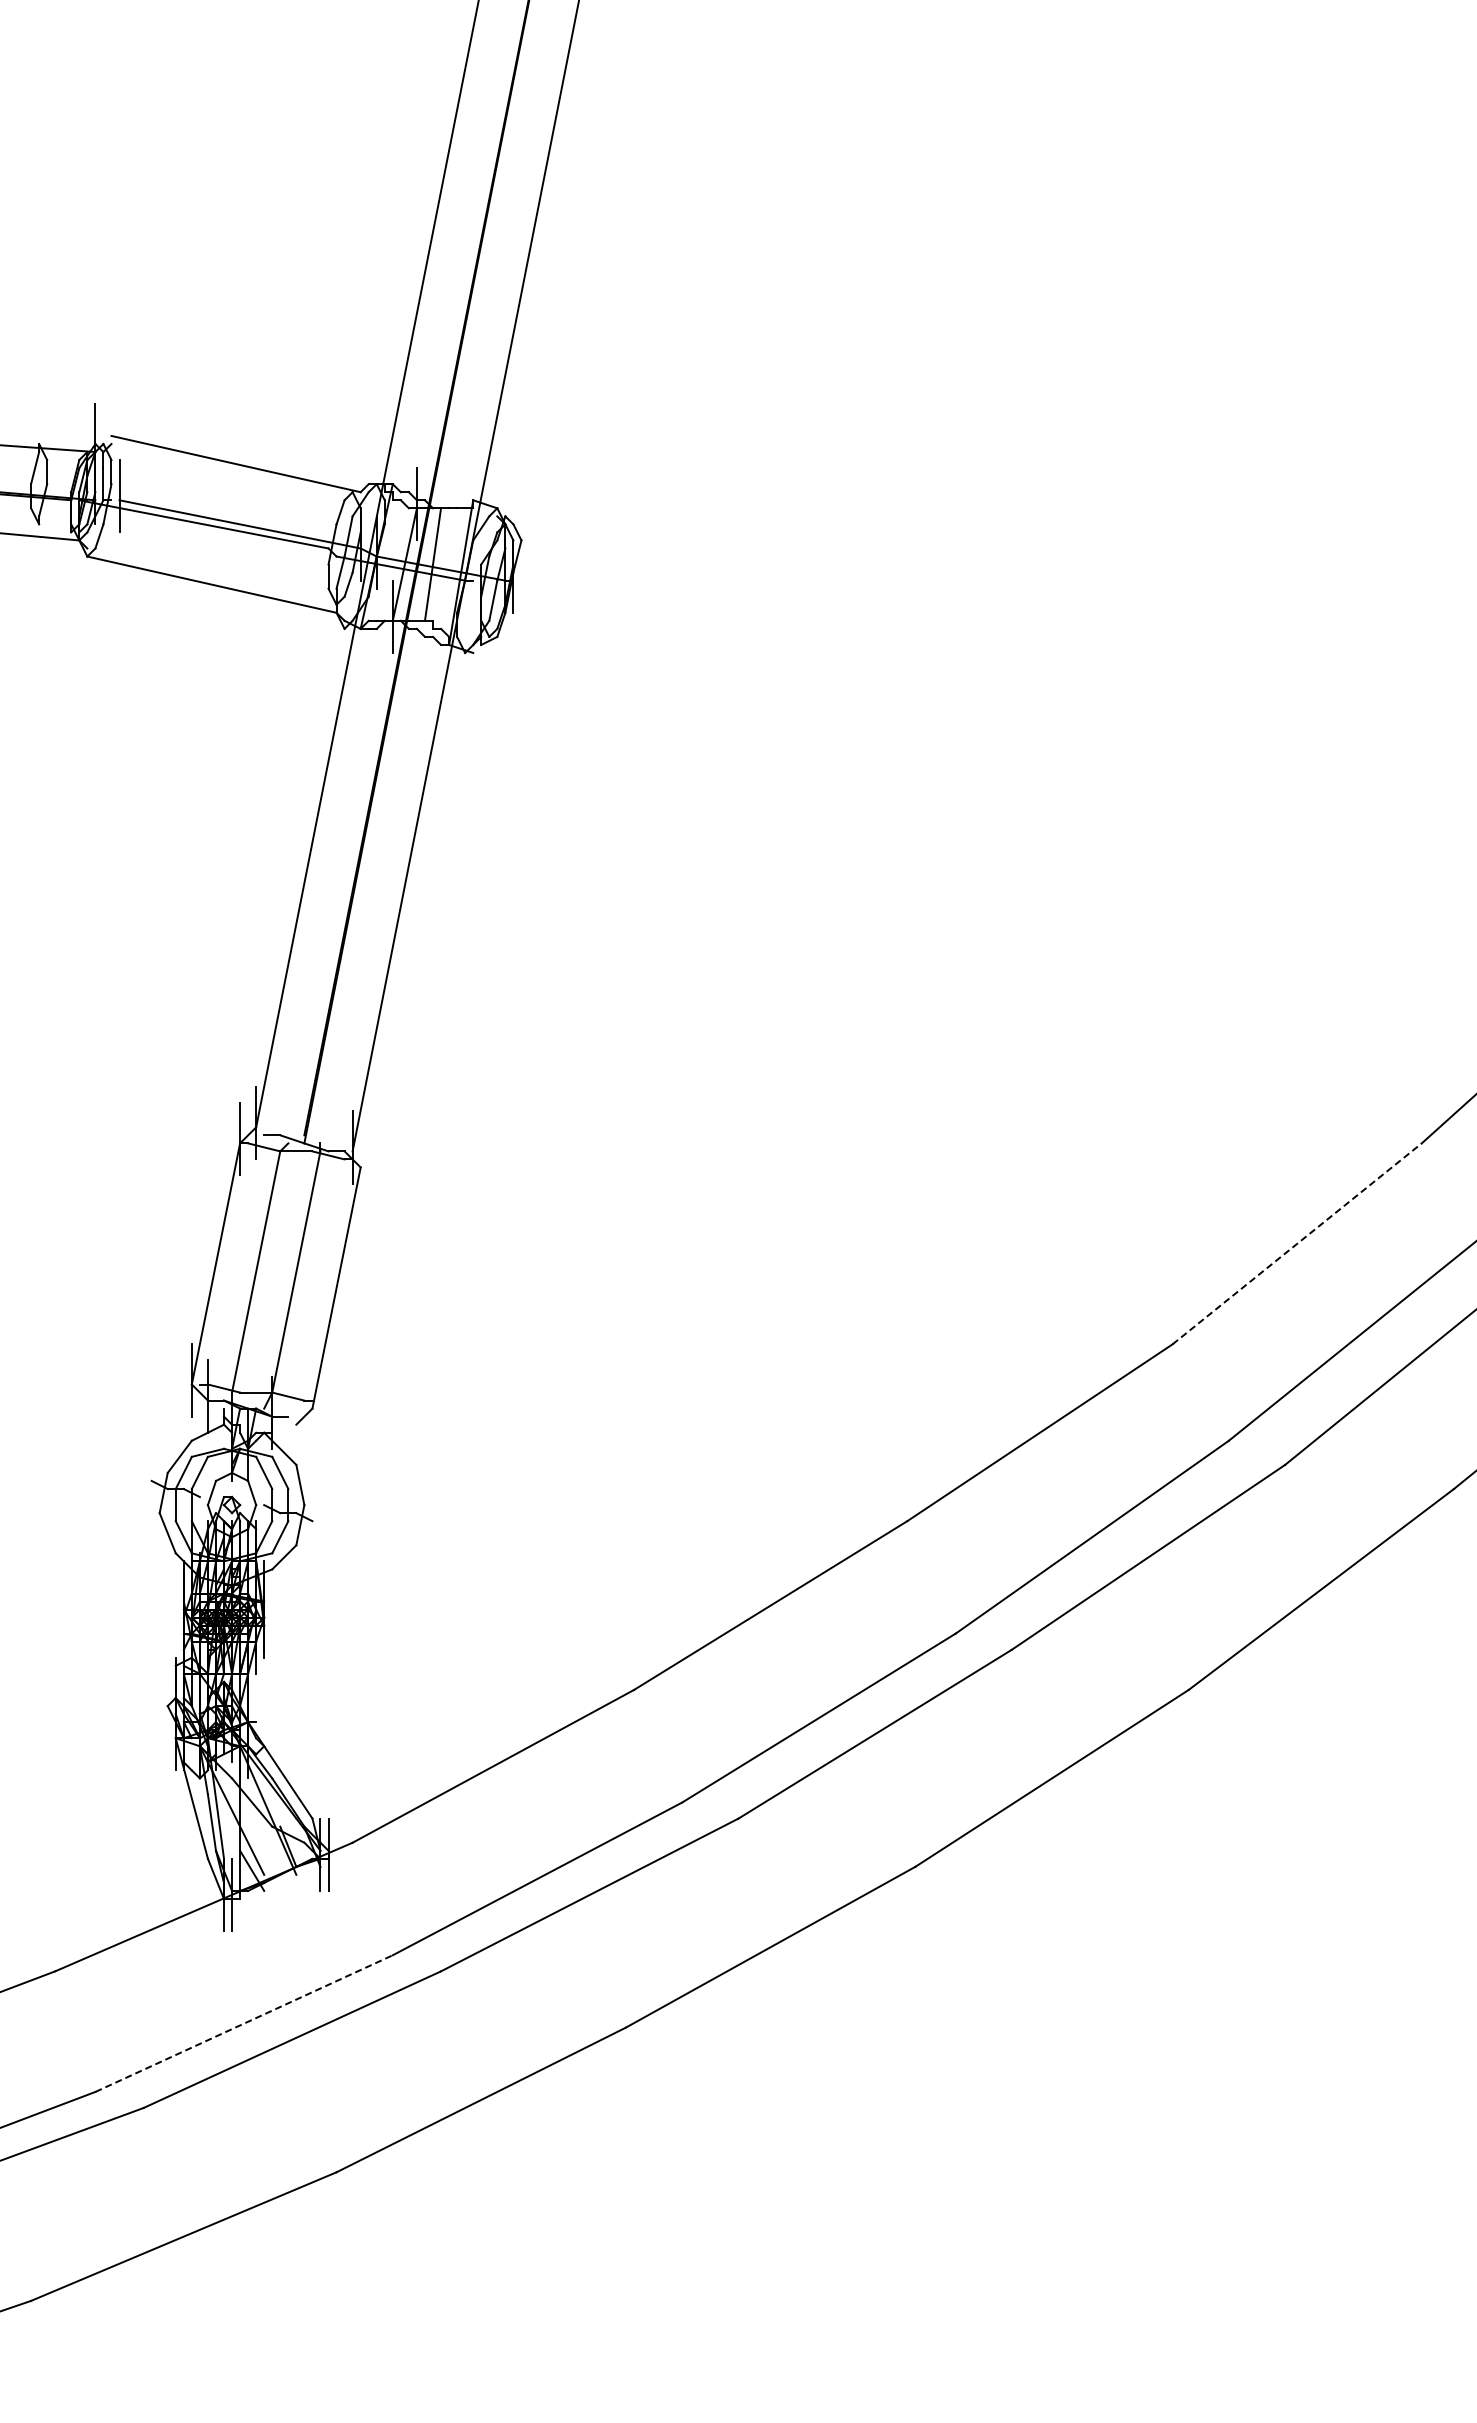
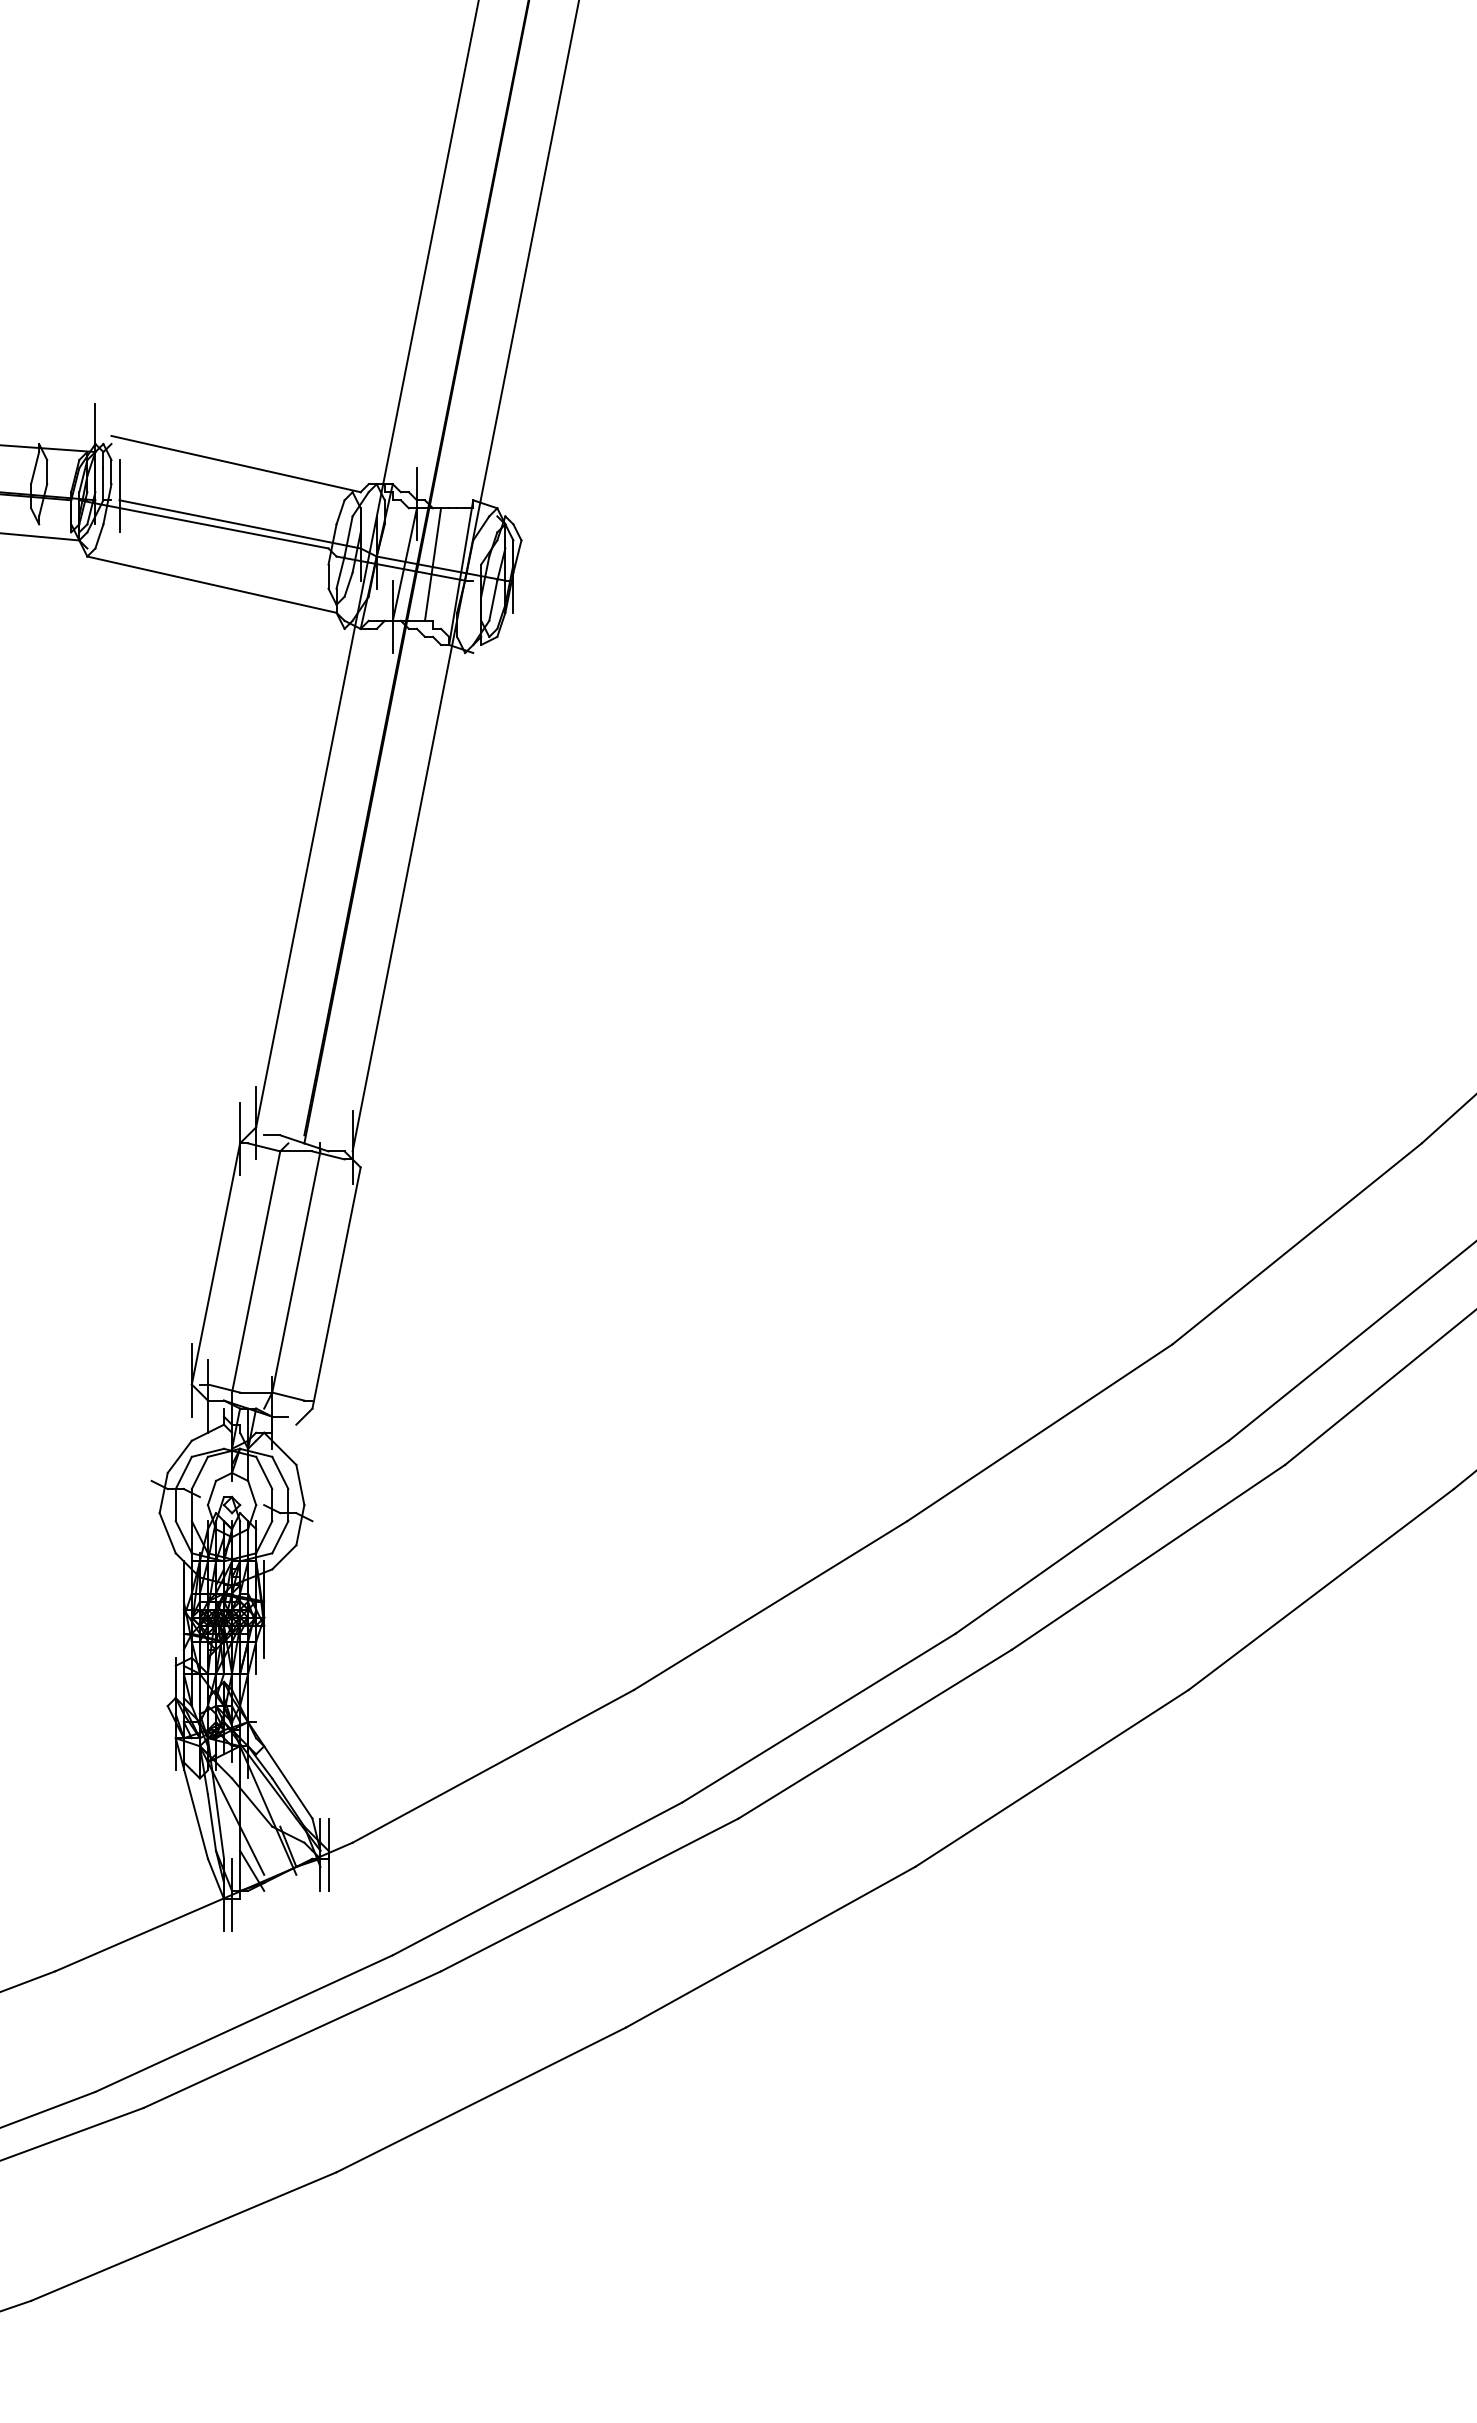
line at (1297, 1243): dashed -> solid
line at (244, 2023): dashed -> solid
